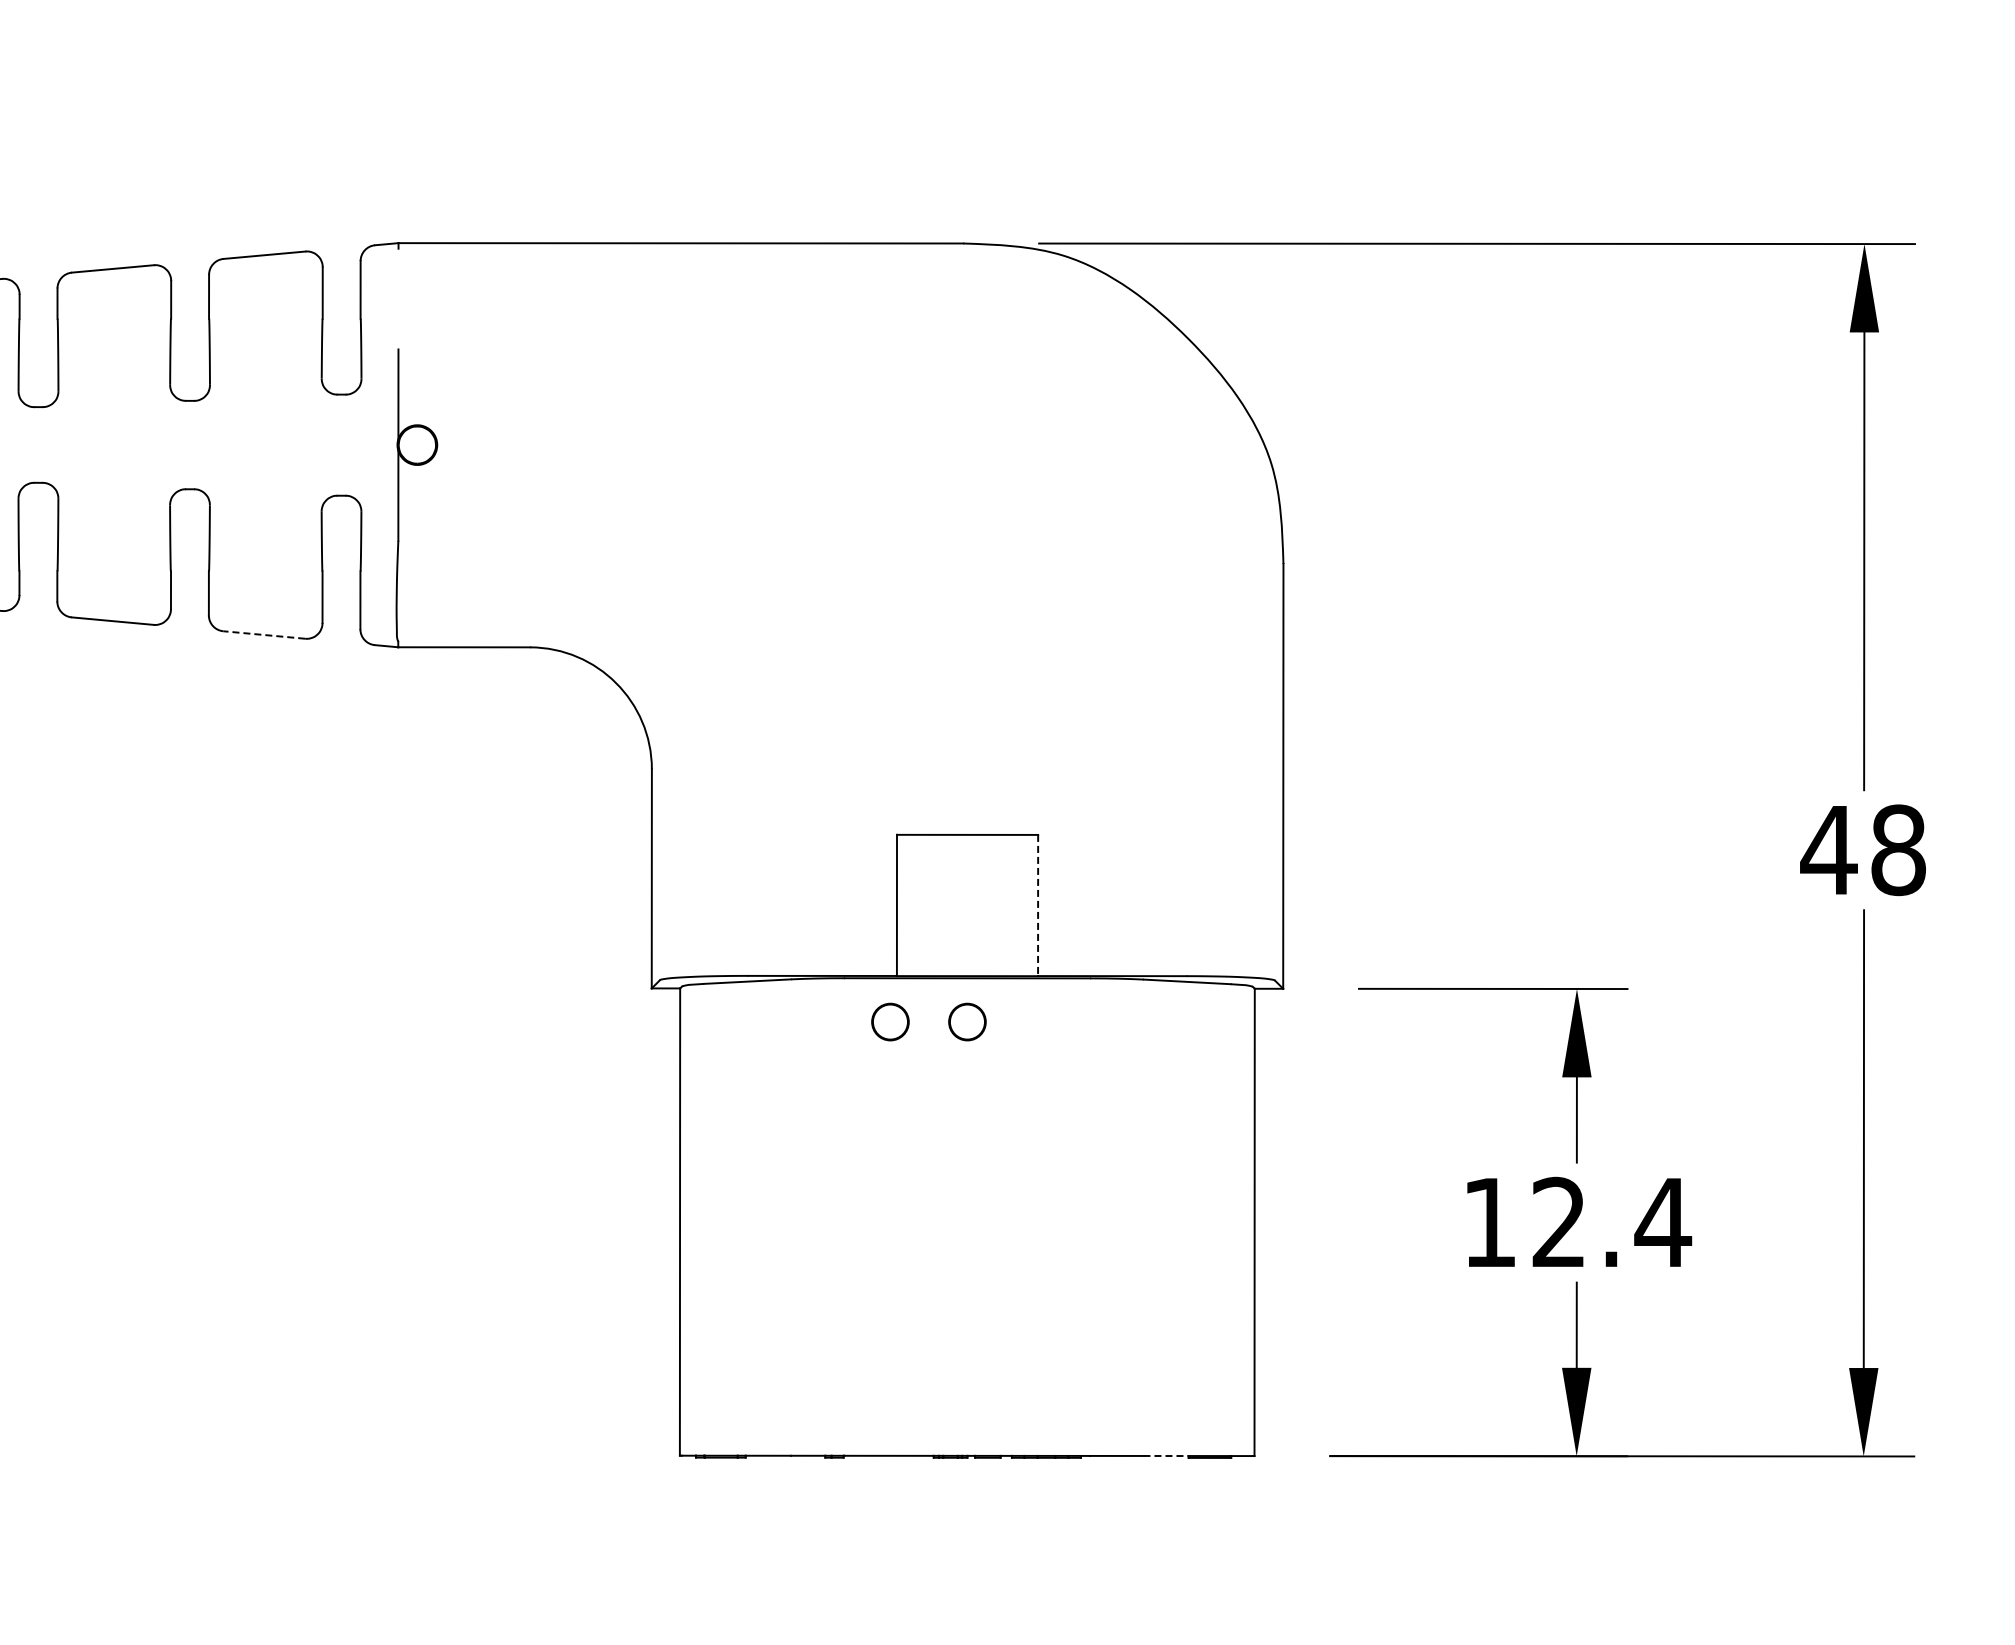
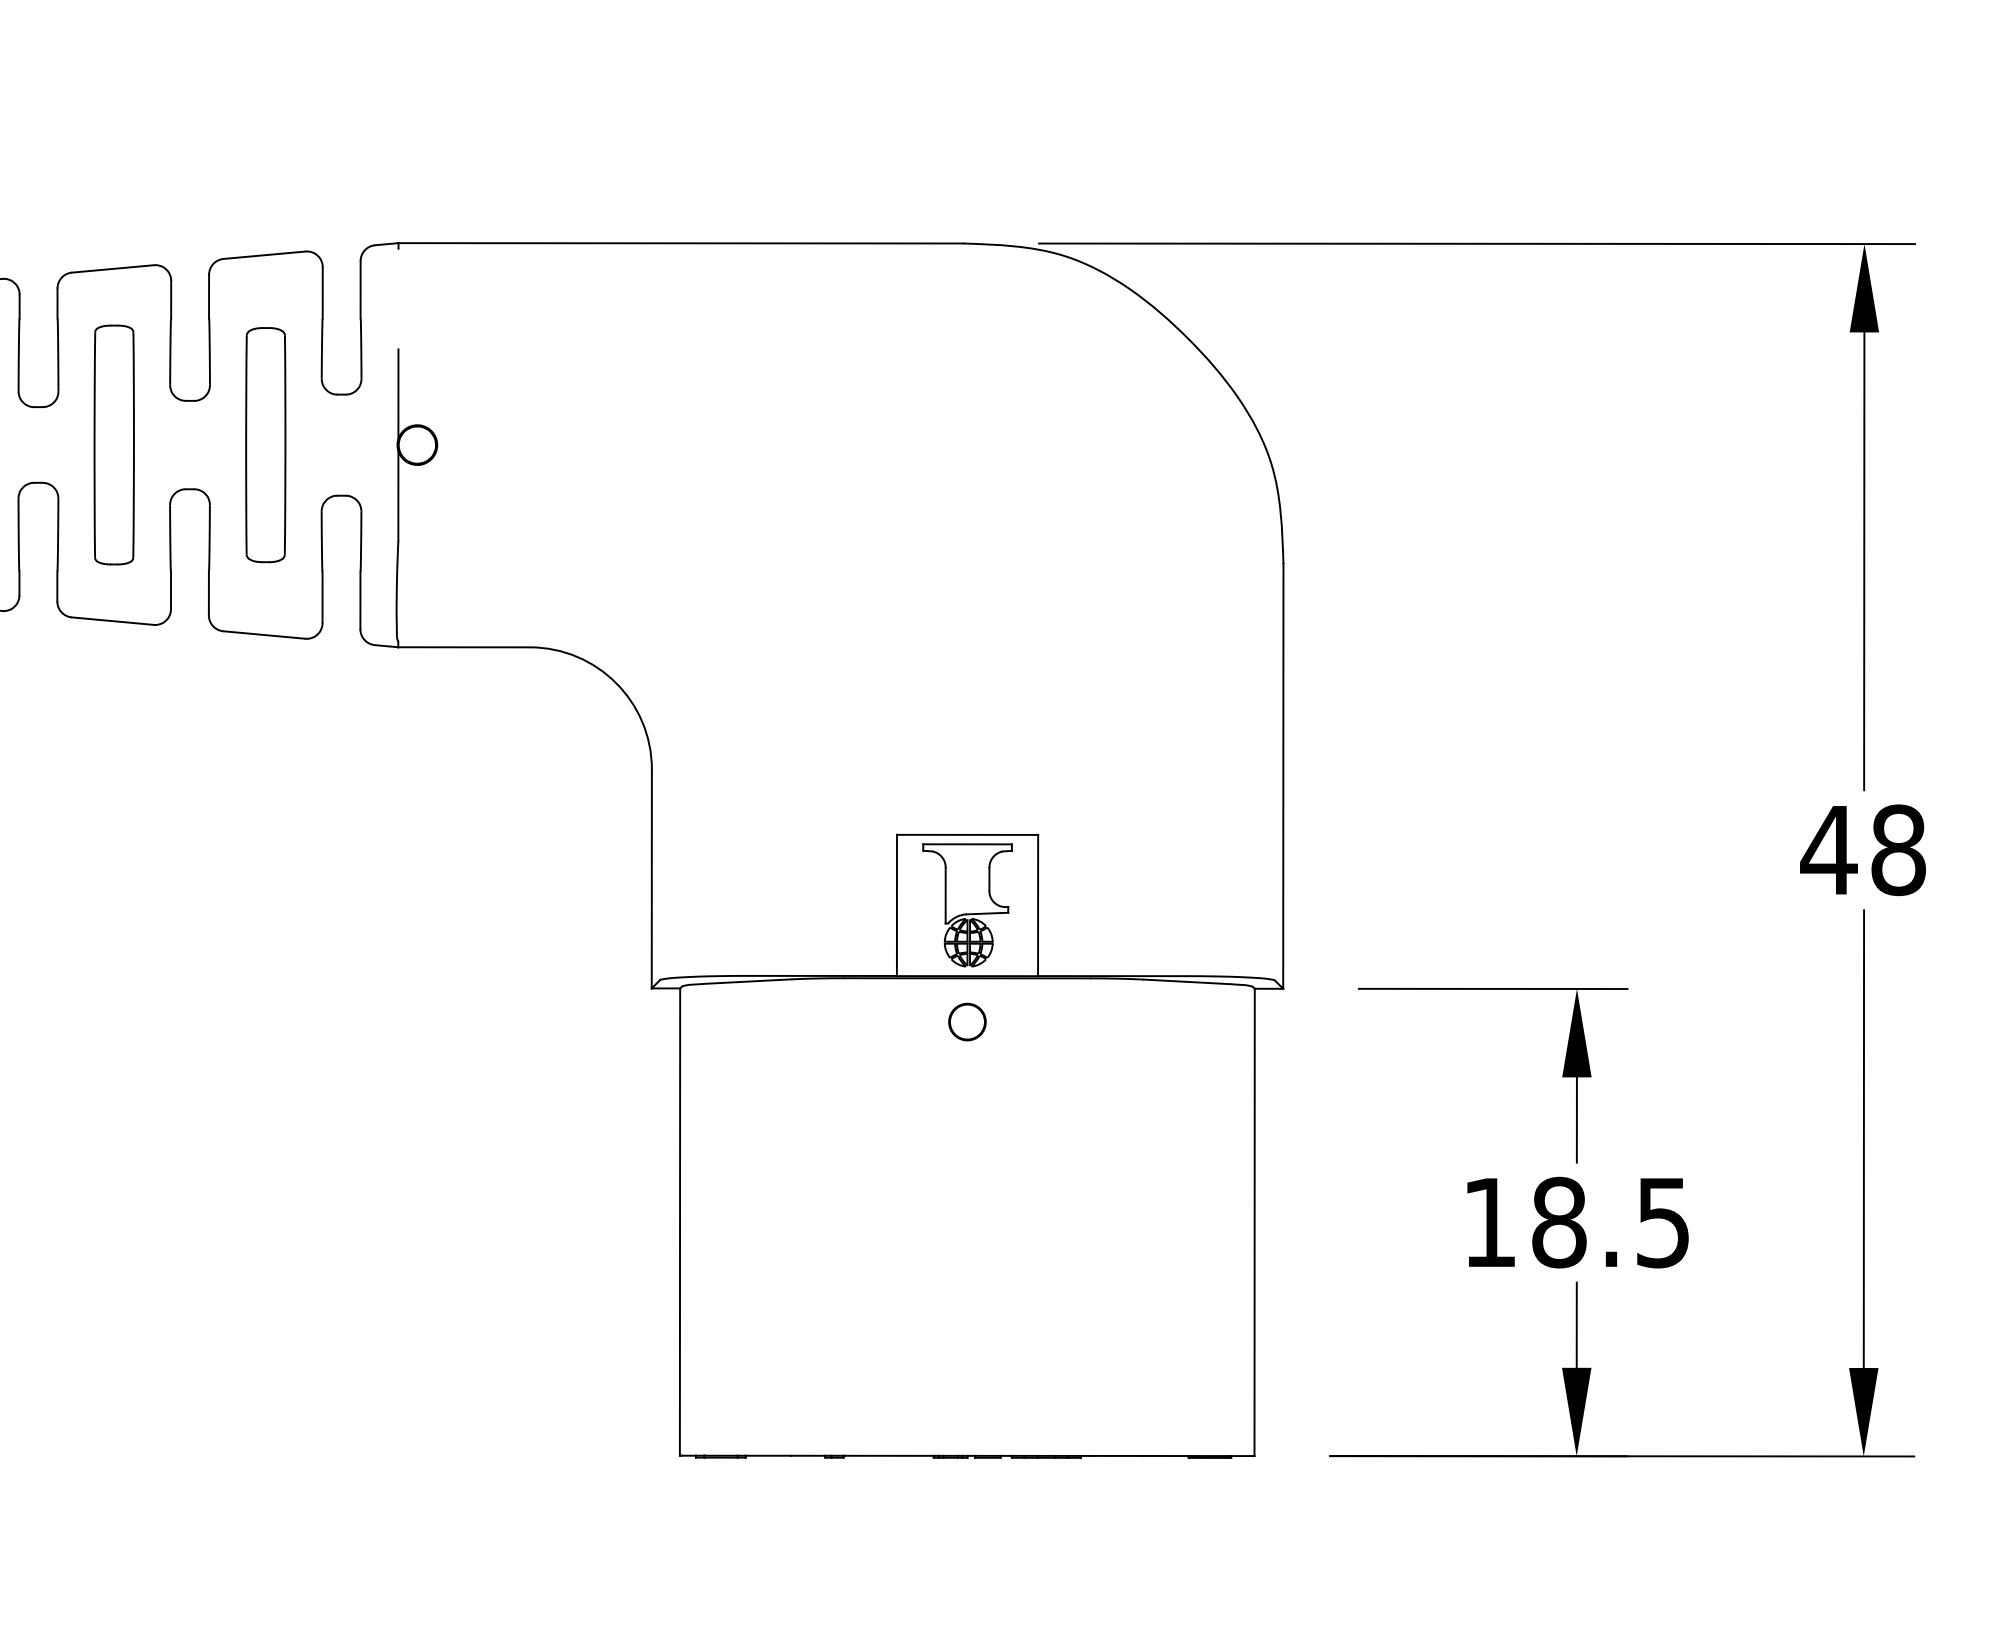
part at (113, 444): none -> present
part at (265, 445): none -> present
line at (263, 634): dashed -> solid
part at (967, 905): none -> present
line at (1038, 905): dashed -> solid
part at (890, 1021): present -> none
text at (1612, 1222): 12.4 -> 18.5
line at (1166, 1456): dashed -> solid
